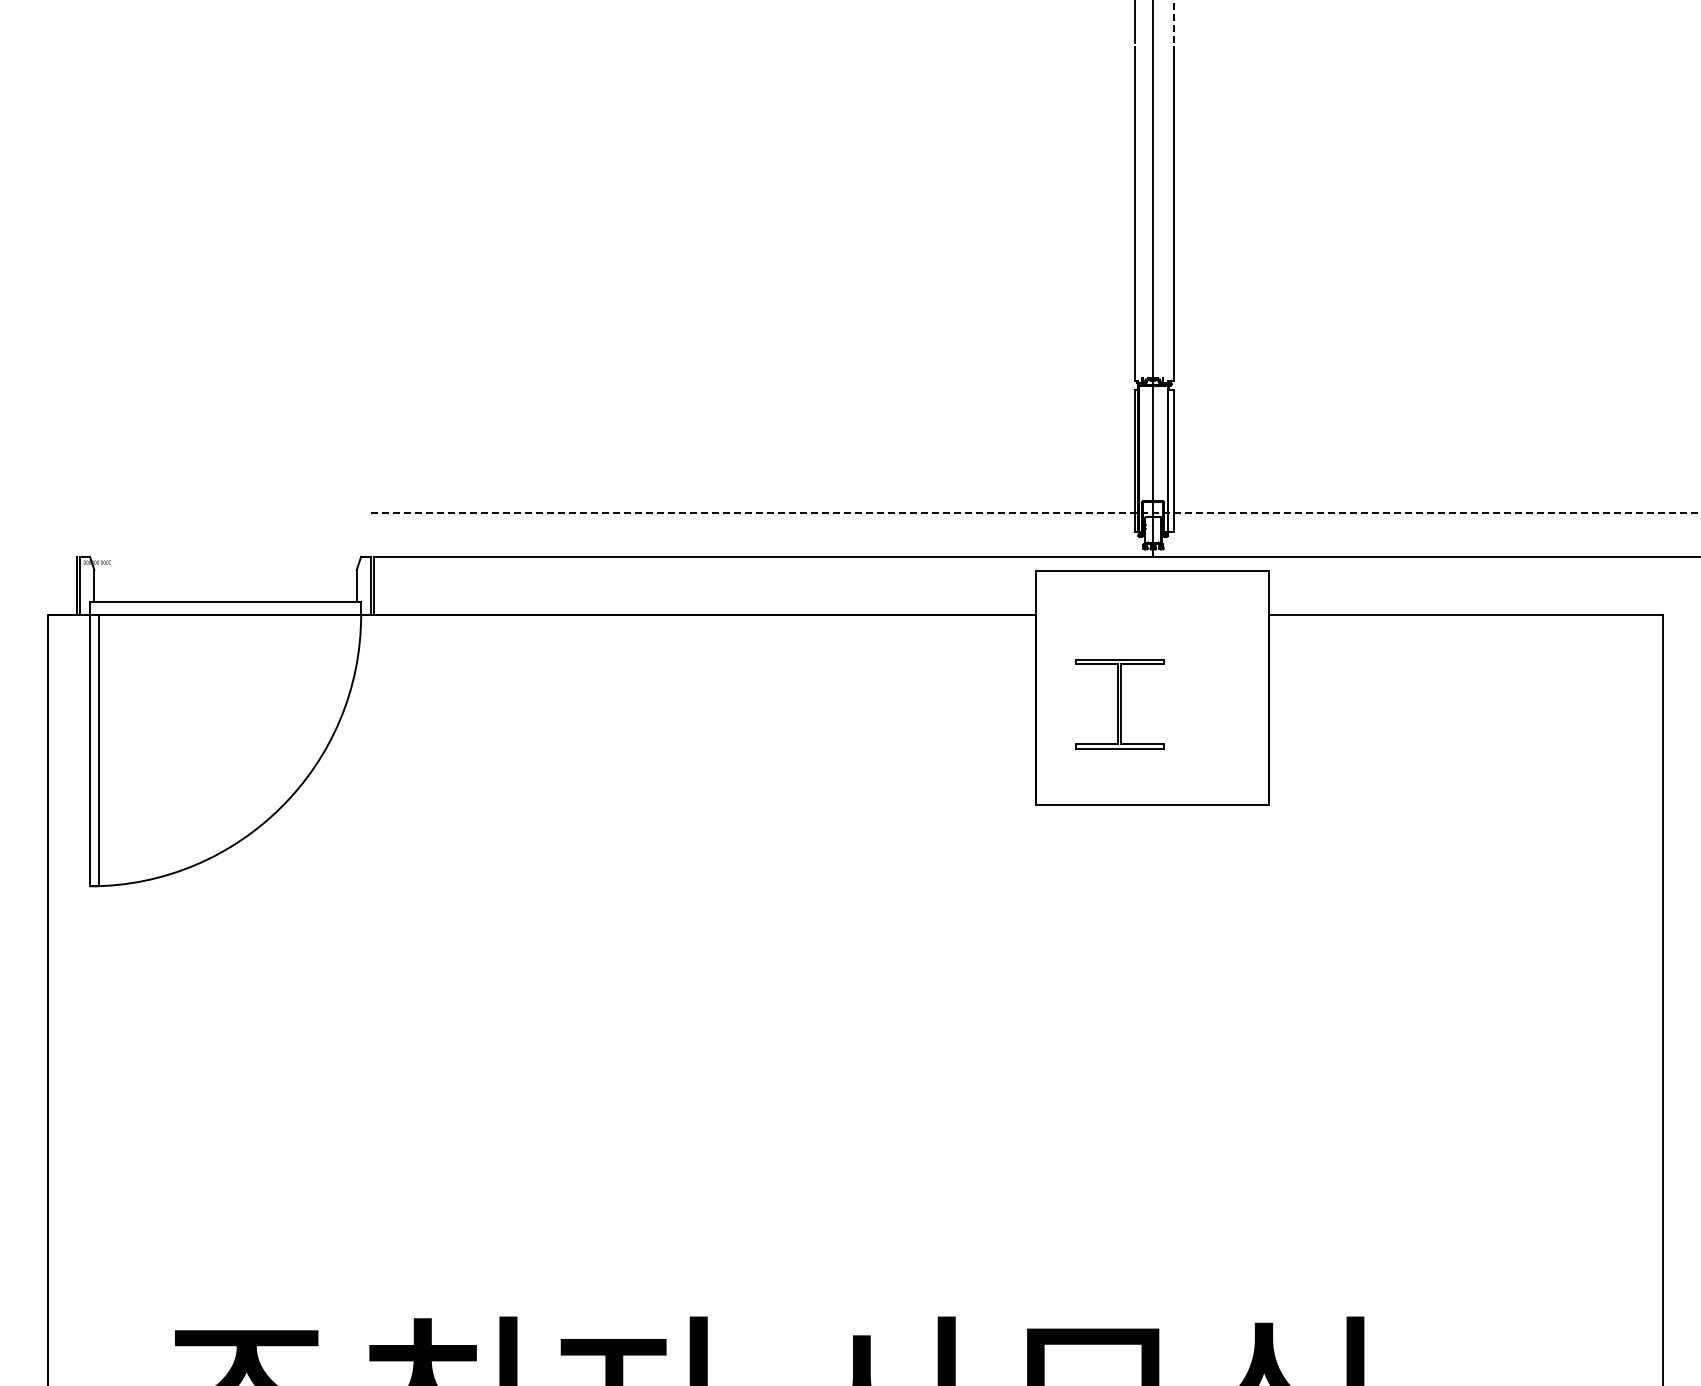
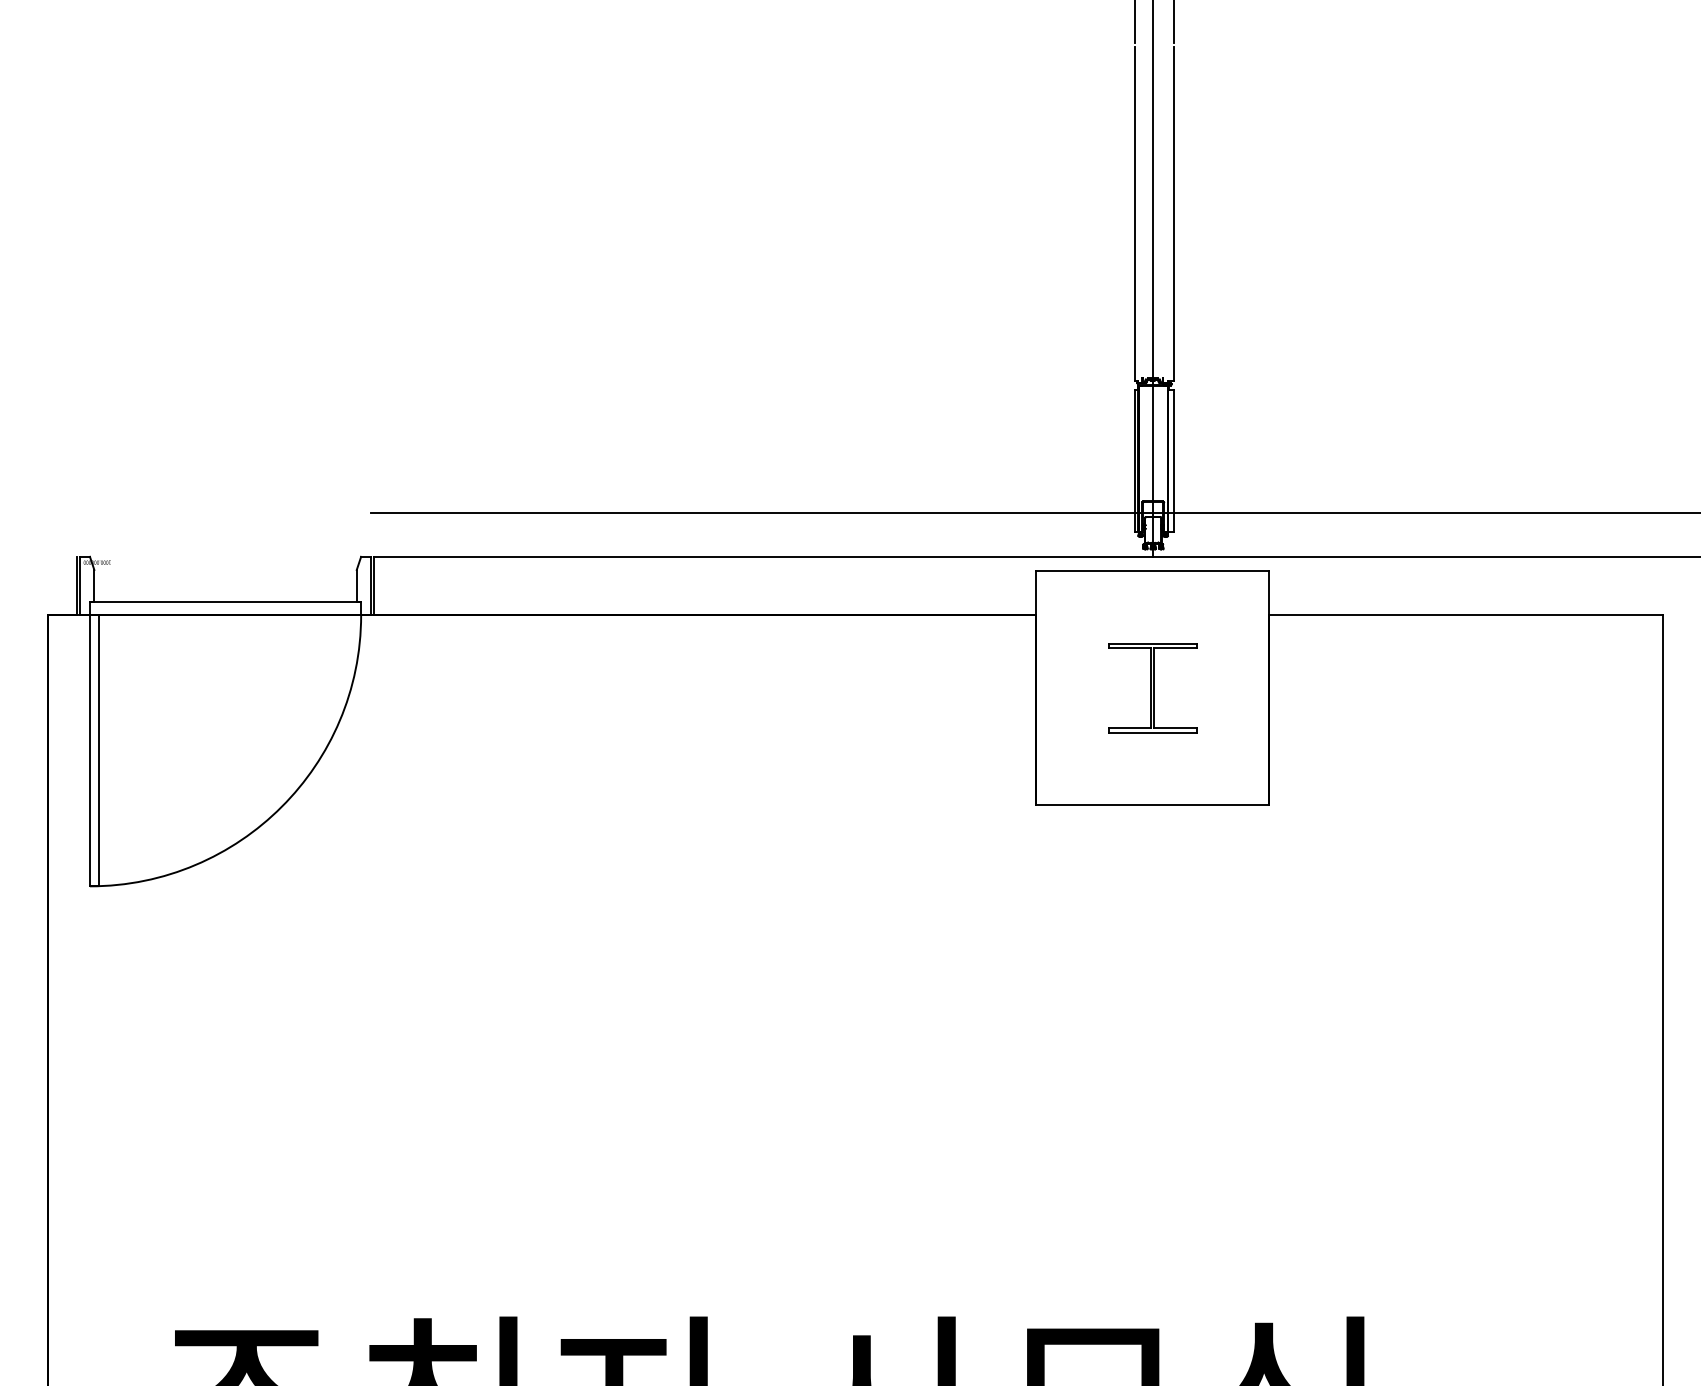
line at (1173, 21): dashed -> solid
line at (1036, 513): dashed -> solid
part at (1119, 704) position: (1119, 704) -> (1152, 688)
